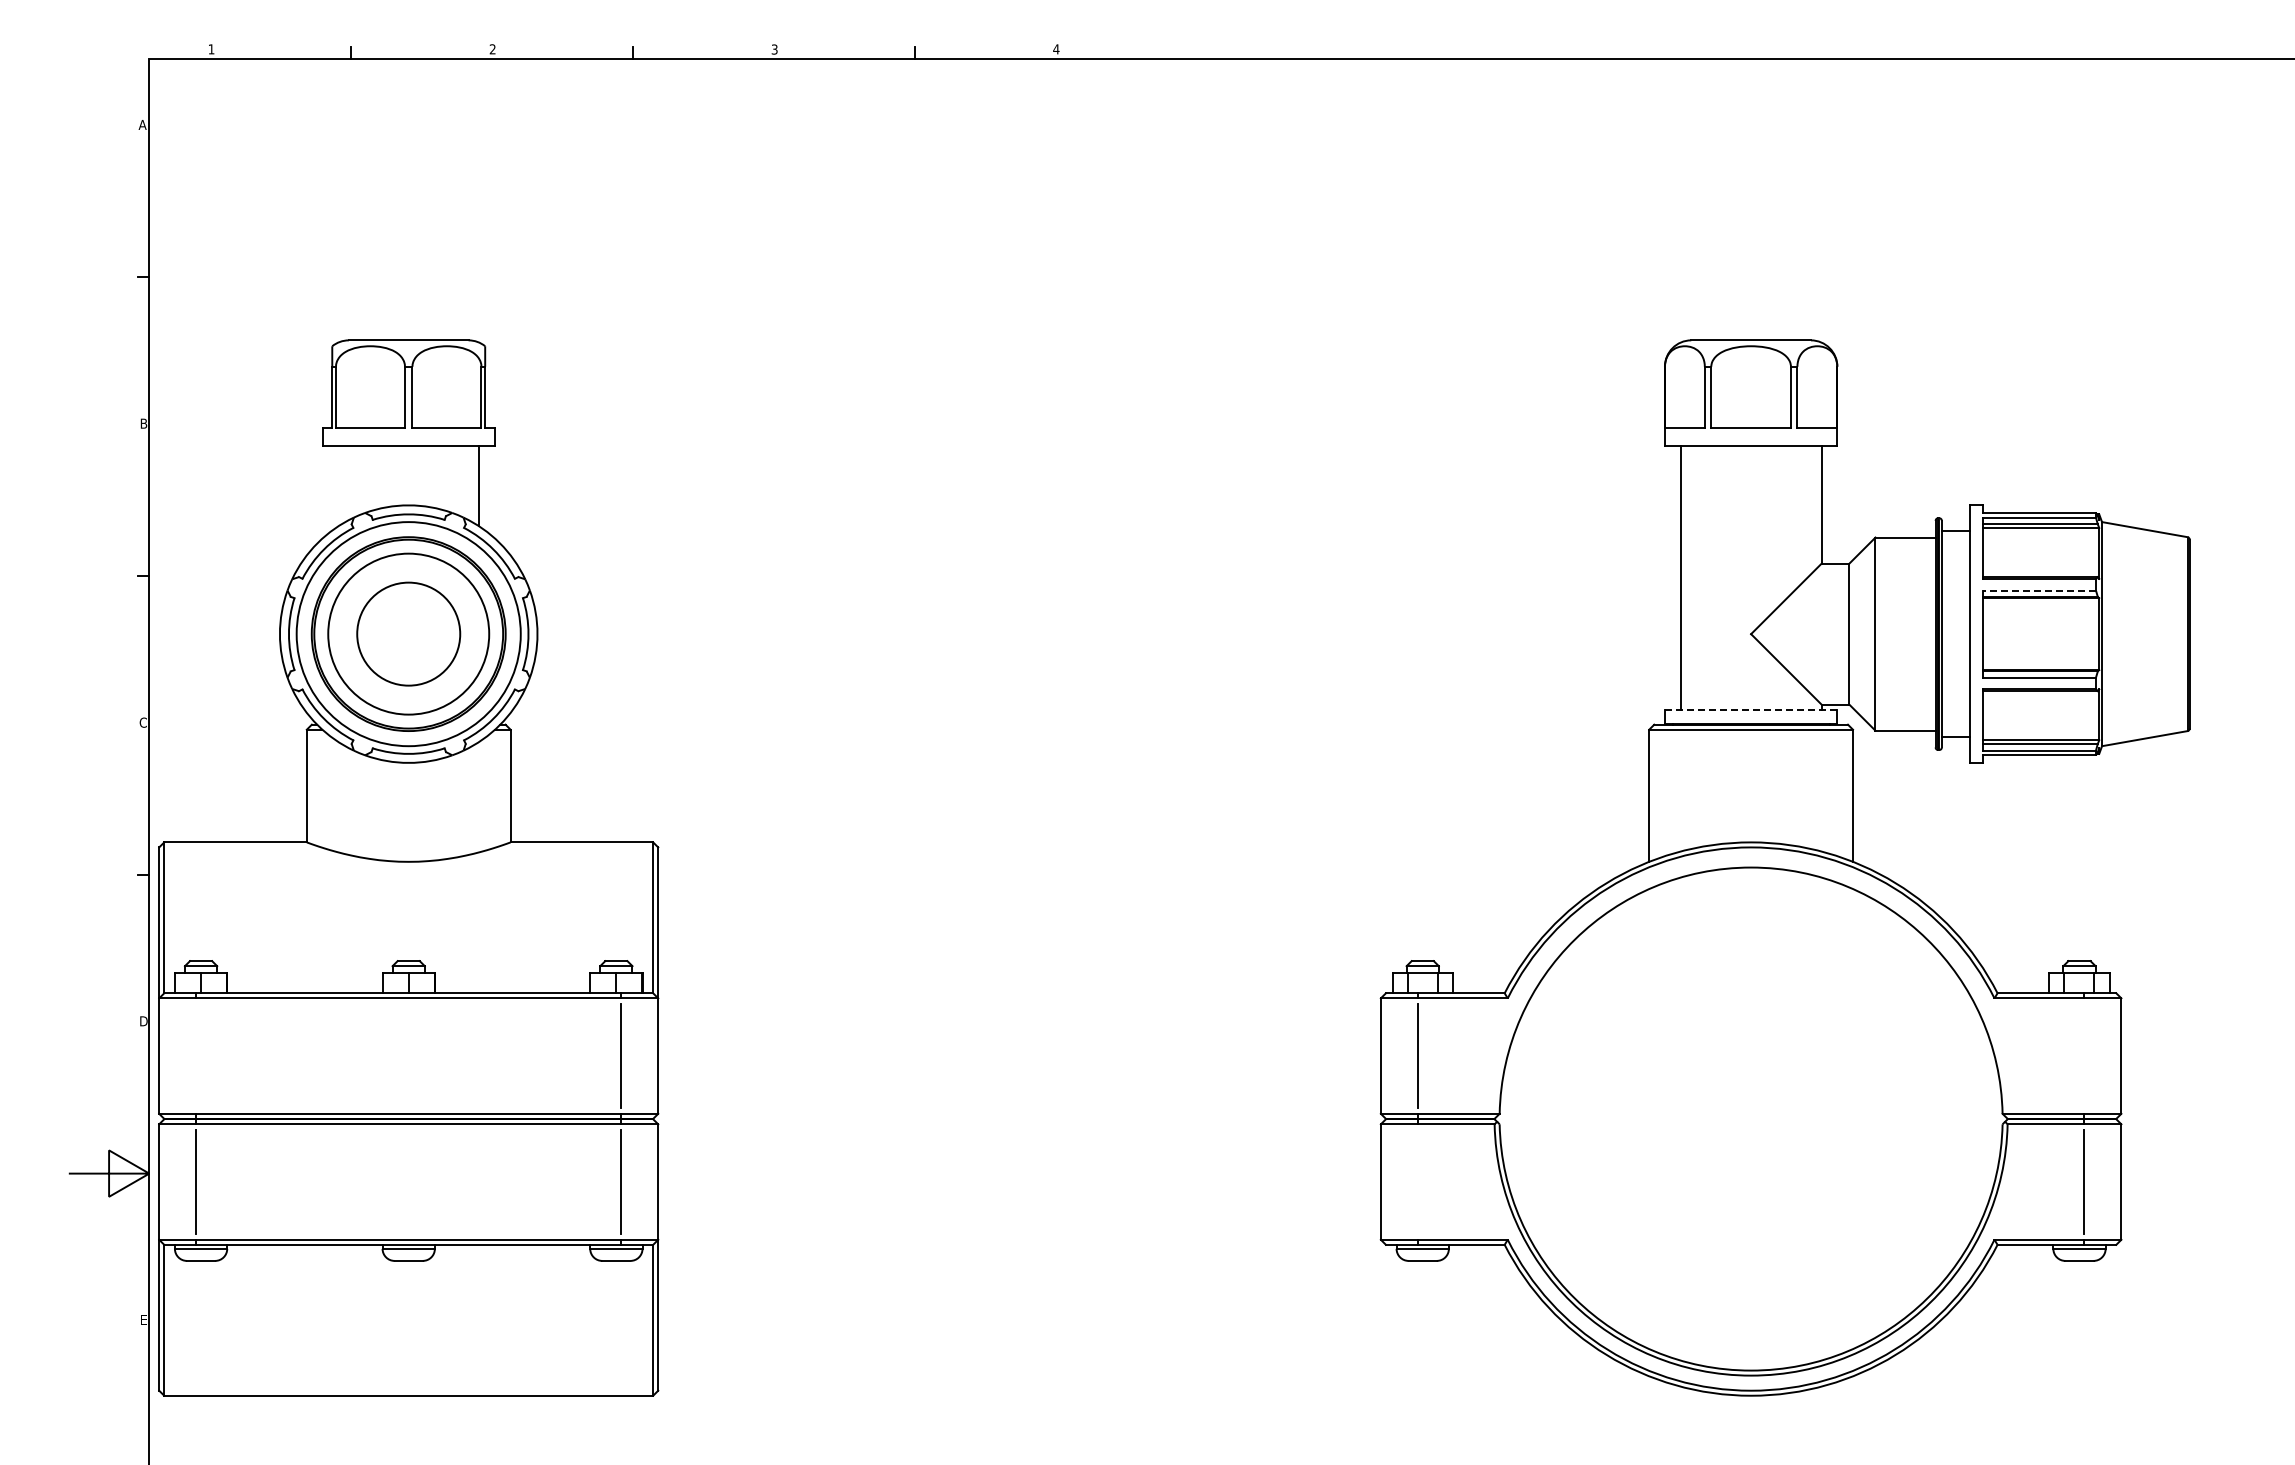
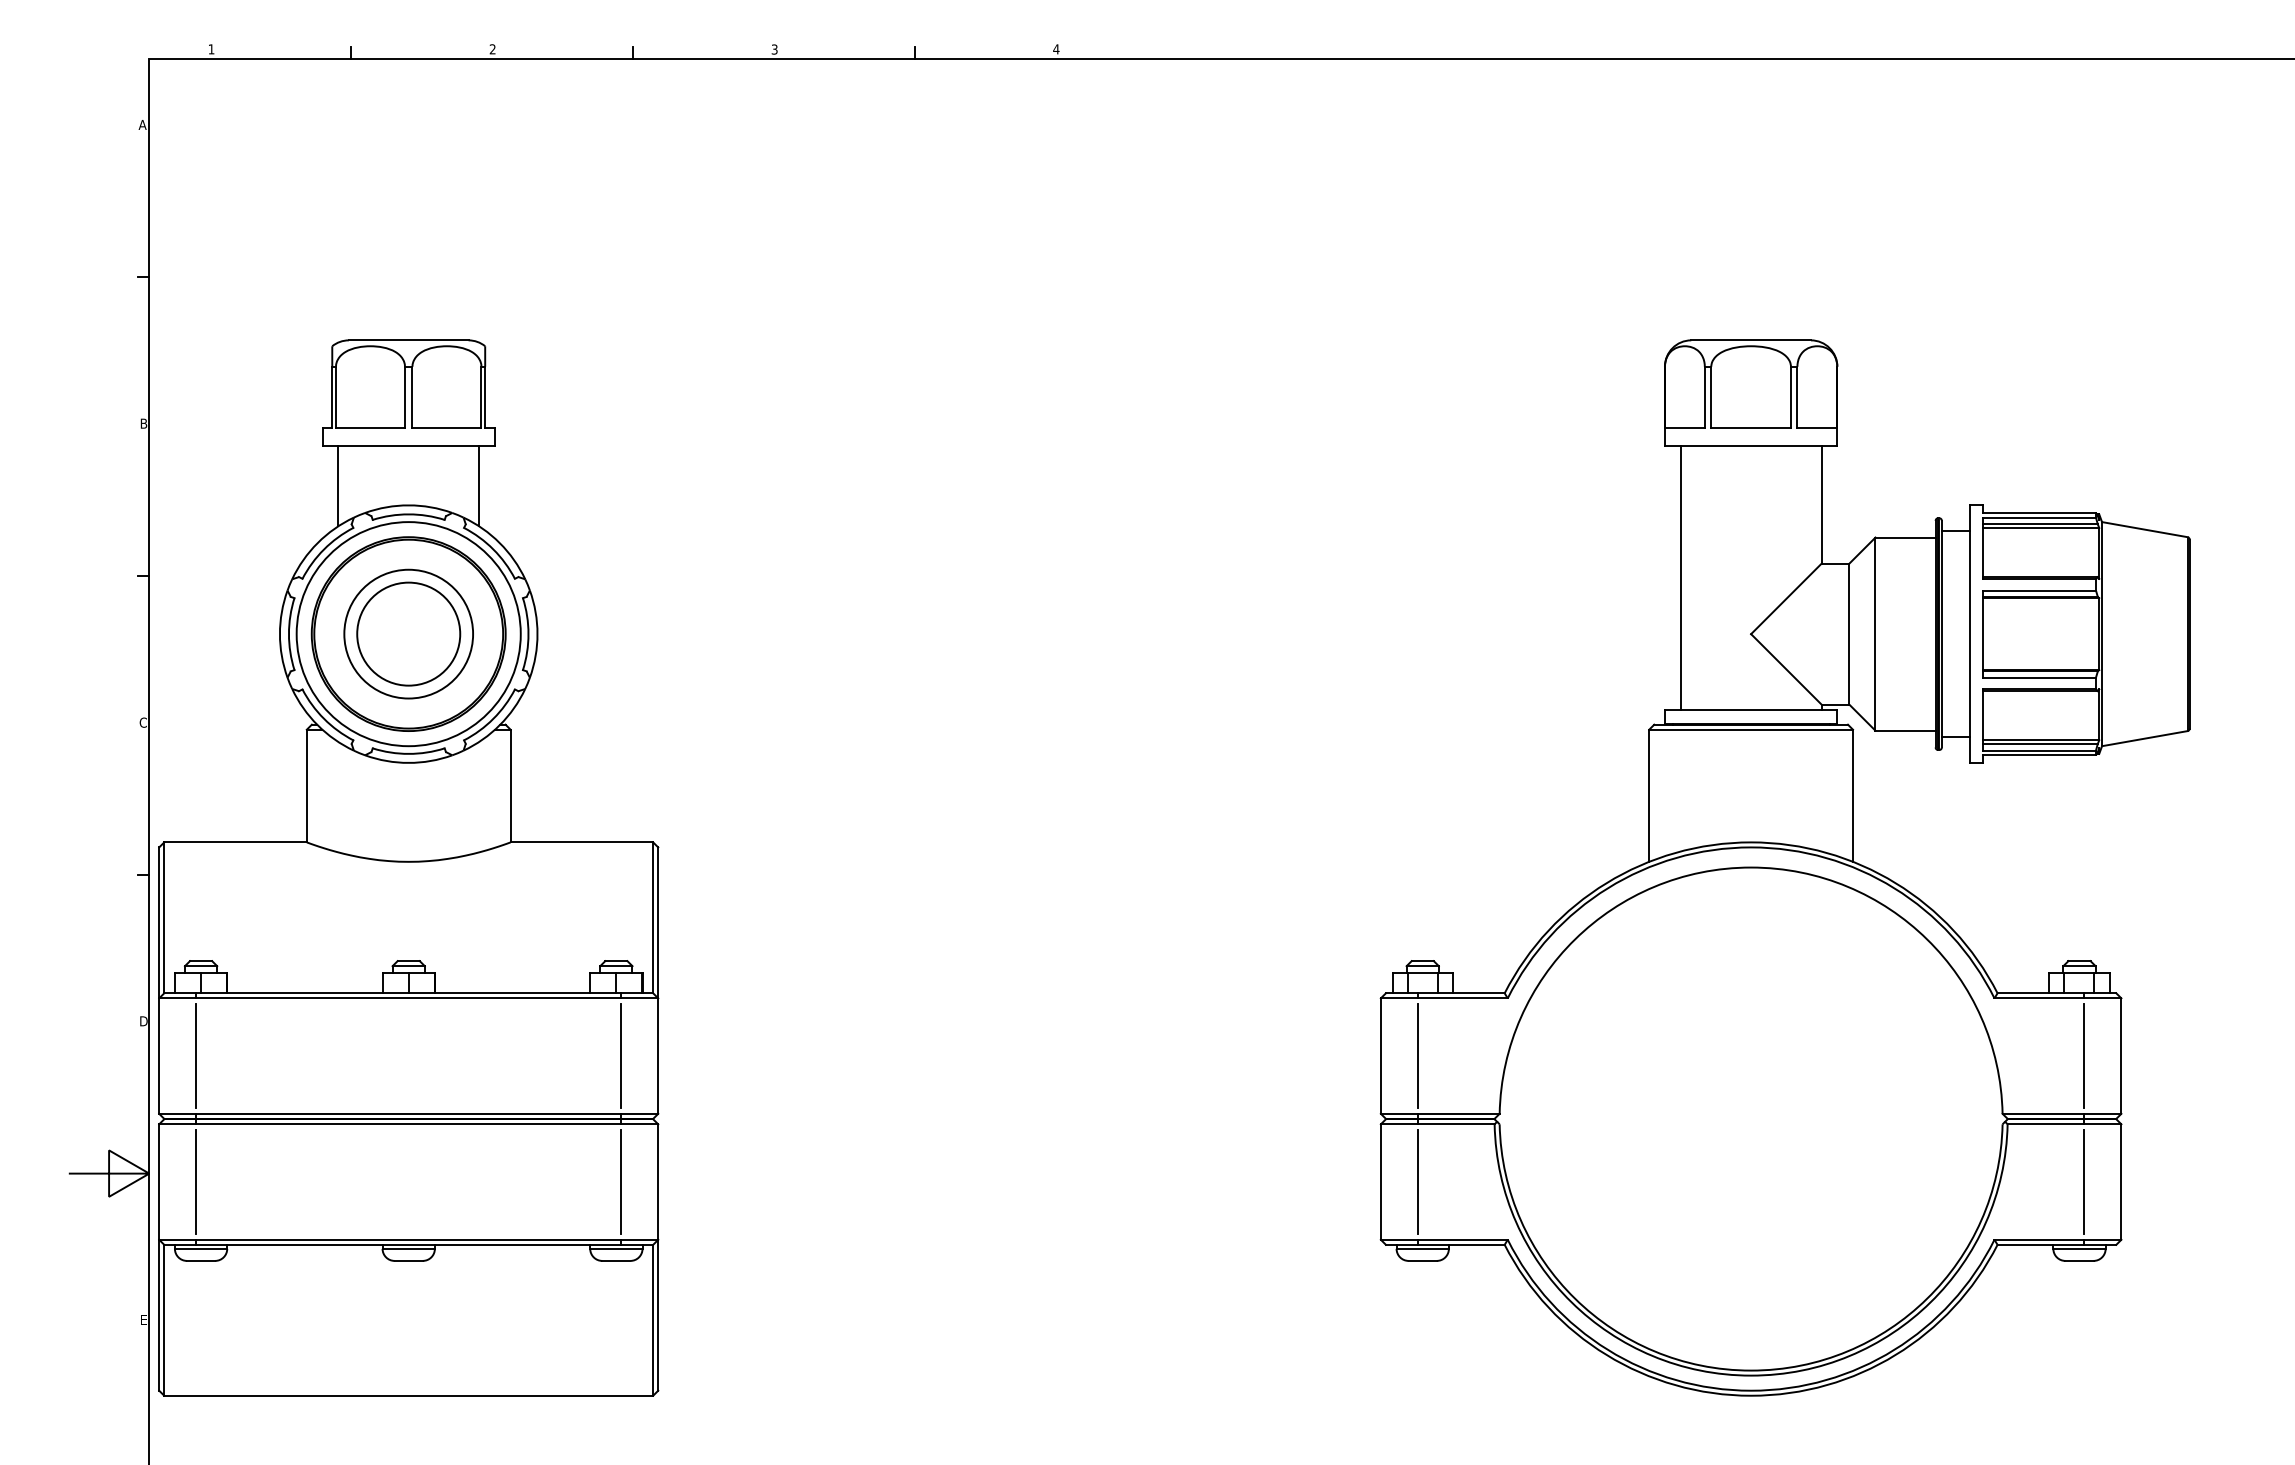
line at (338, 485): none -> present
line at (2039, 590): dashed -> solid
circle at (408, 633) diameter: 161 px -> 129 px
line at (1750, 709): dashed -> solid
line at (196, 1056): none -> present
line at (2084, 1056): none -> present
line at (1417, 1182): none -> present
